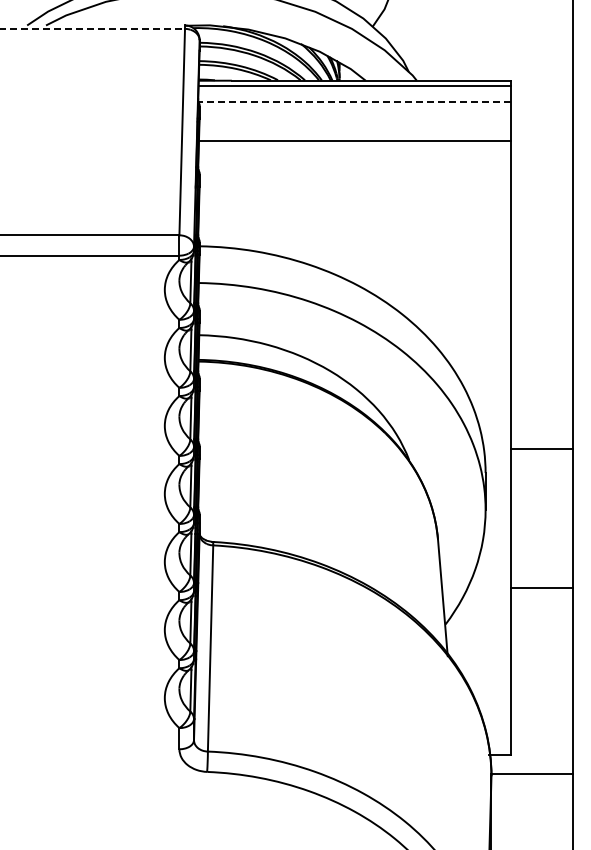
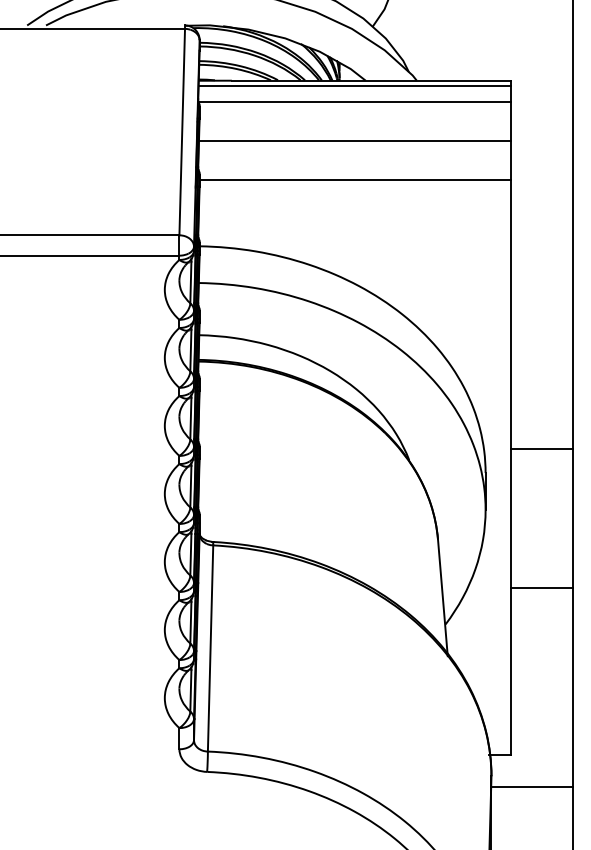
line at (93, 28): dashed -> solid
line at (354, 101): dashed -> solid
line at (355, 179): none -> present
line at (532, 773) position: (532, 773) -> (532, 786)
